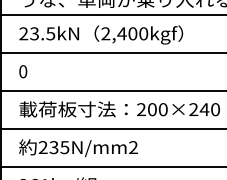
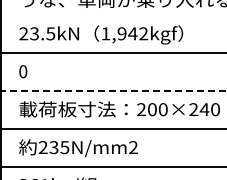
line at (112, 15): present -> none
text at (124, 33): 2,400kgf -> 1,942kgf
line at (113, 91): solid -> dashed
